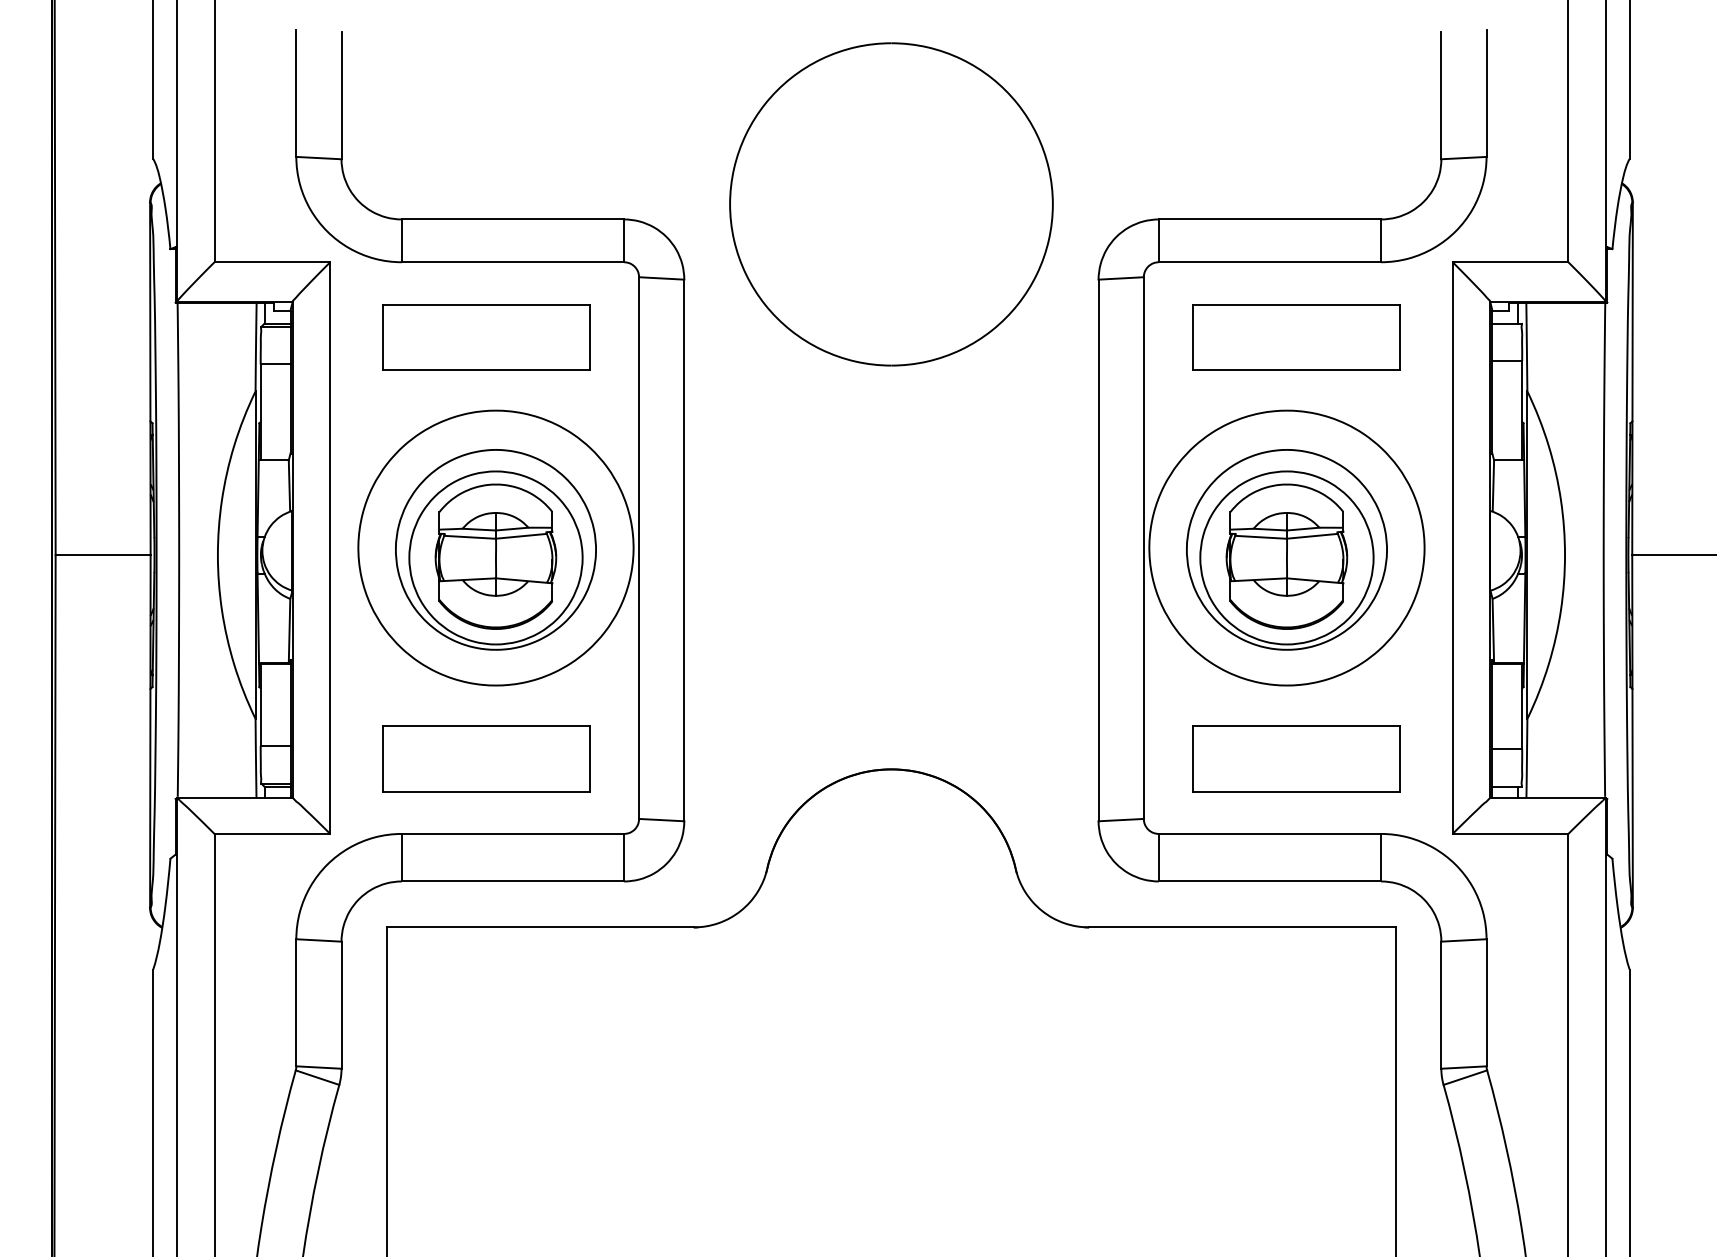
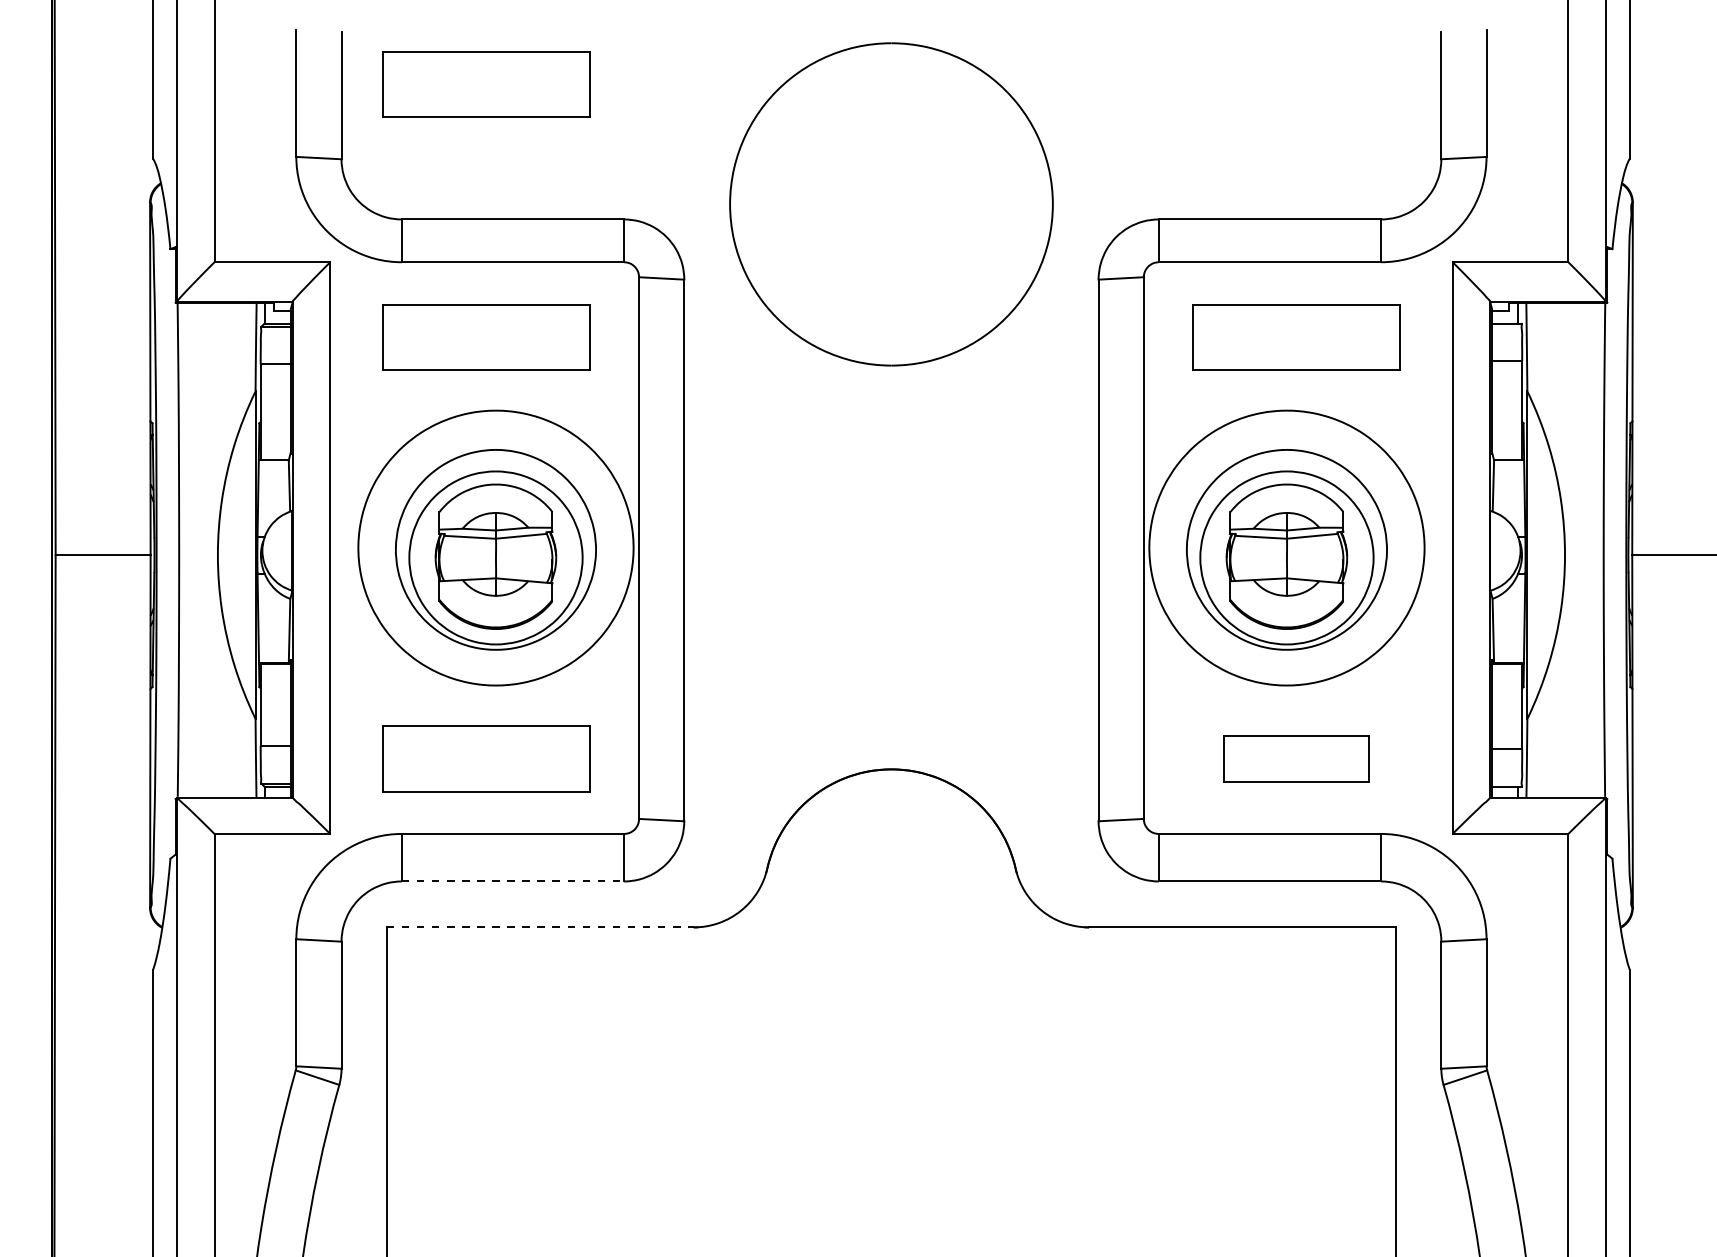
part at (486, 84): none -> present
part at (1296, 758) size: 209x68 px -> 147x48 px
line at (513, 881): solid -> dashed
line at (540, 927): solid -> dashed
